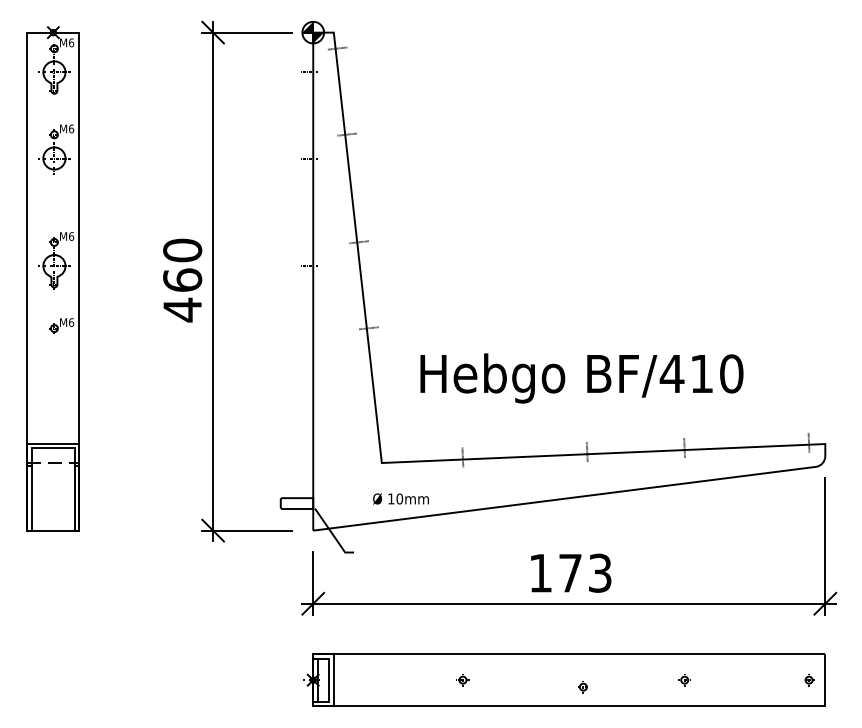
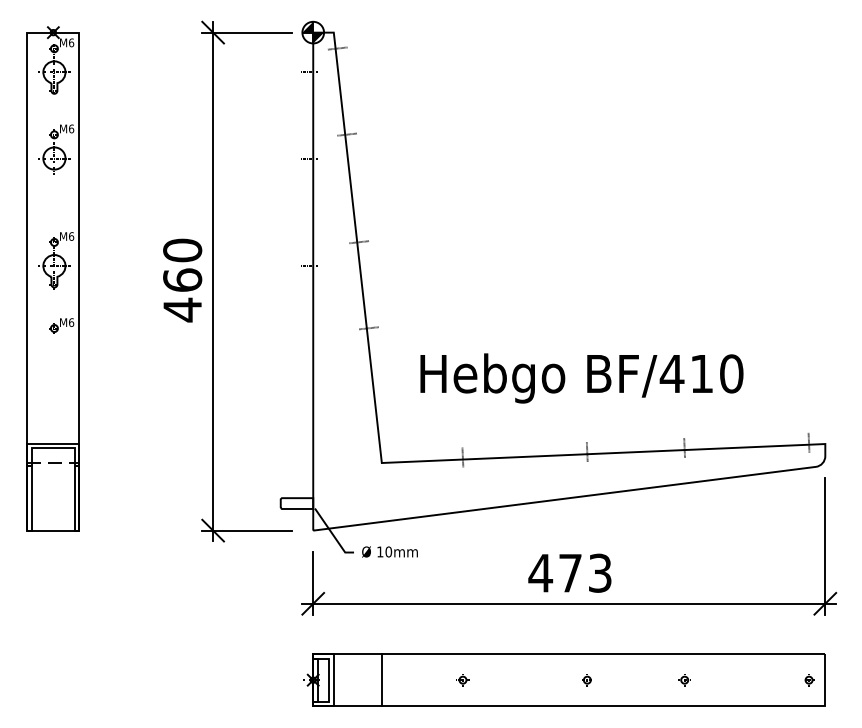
text at (400, 498) position: (400, 498) -> (389, 551)
text at (540, 573): 173 -> 473
line at (381, 680): none -> present
part at (582, 687) position: (582, 687) -> (586, 680)
